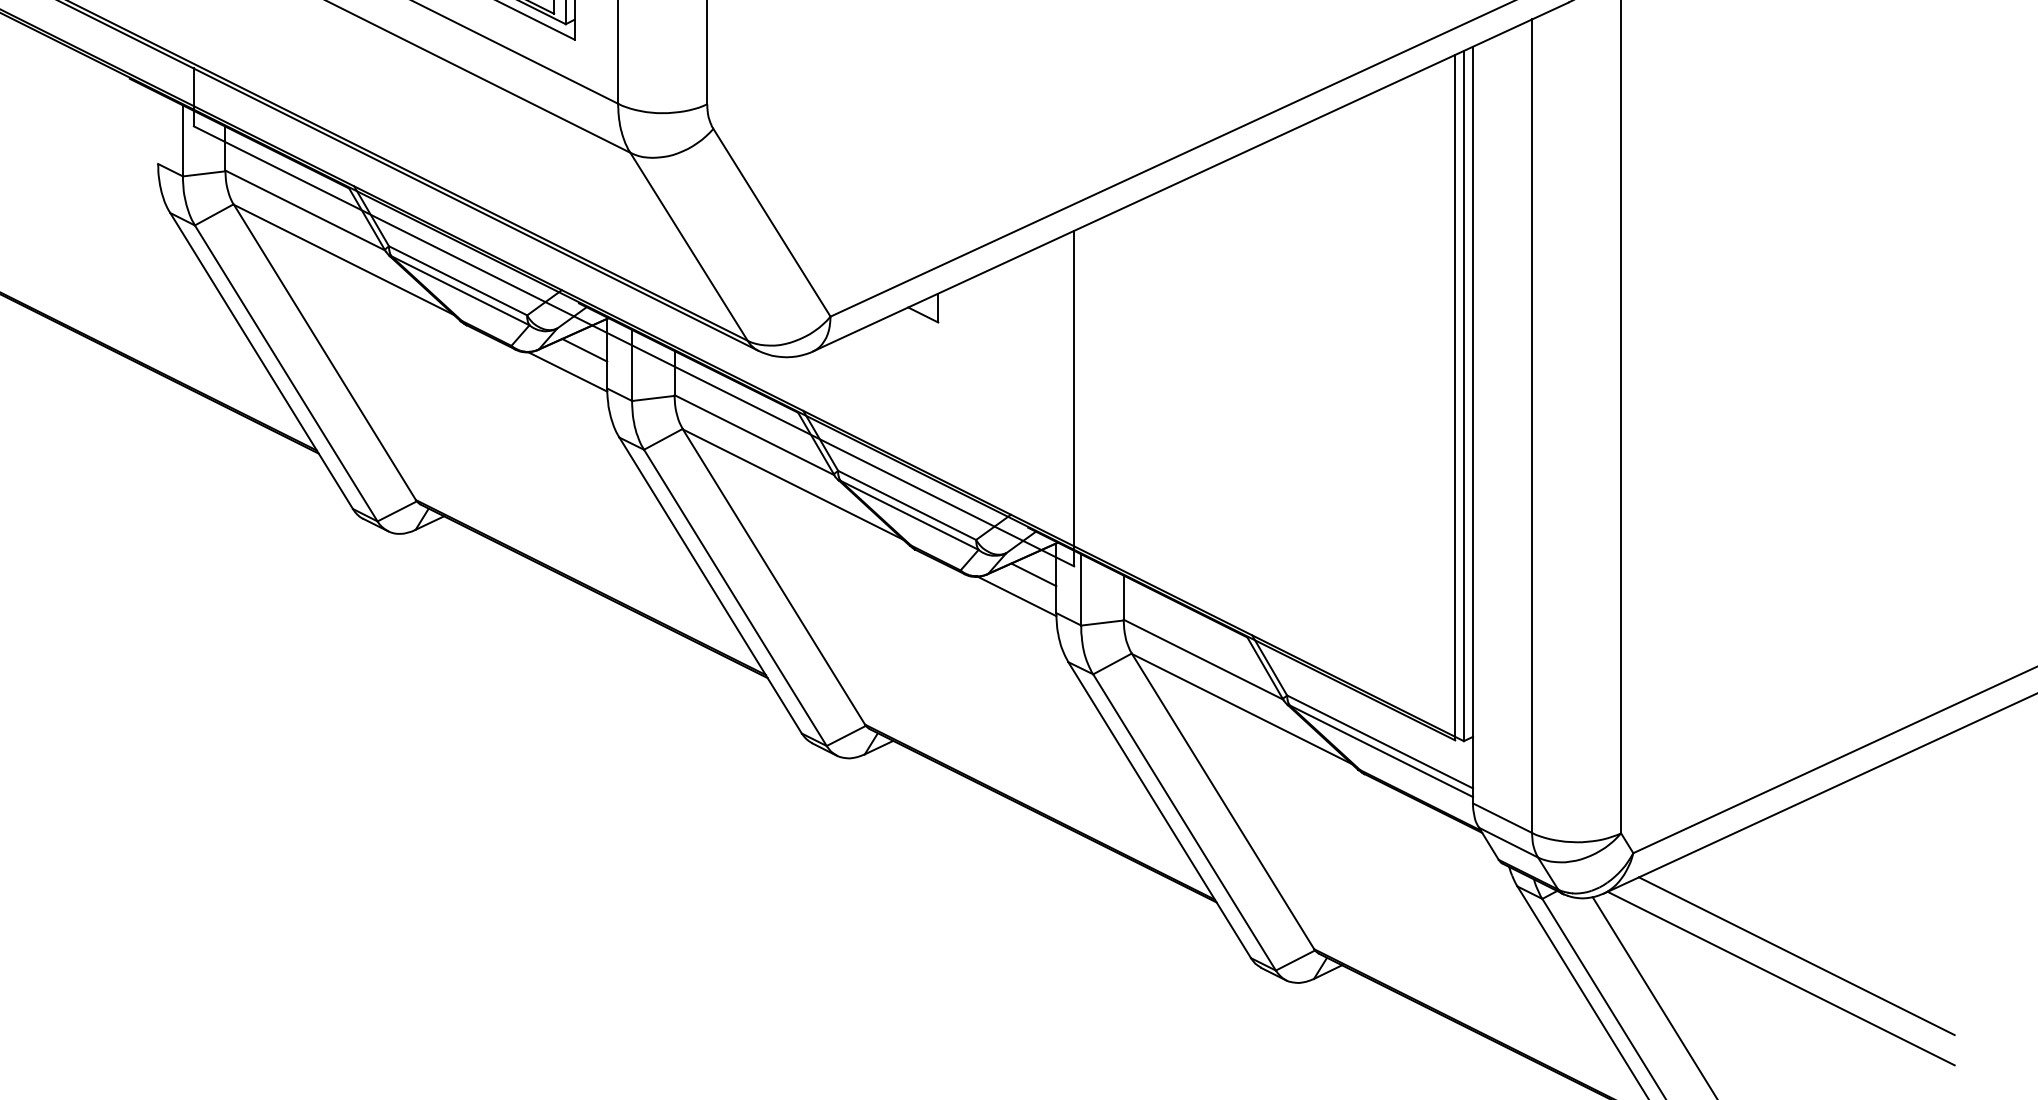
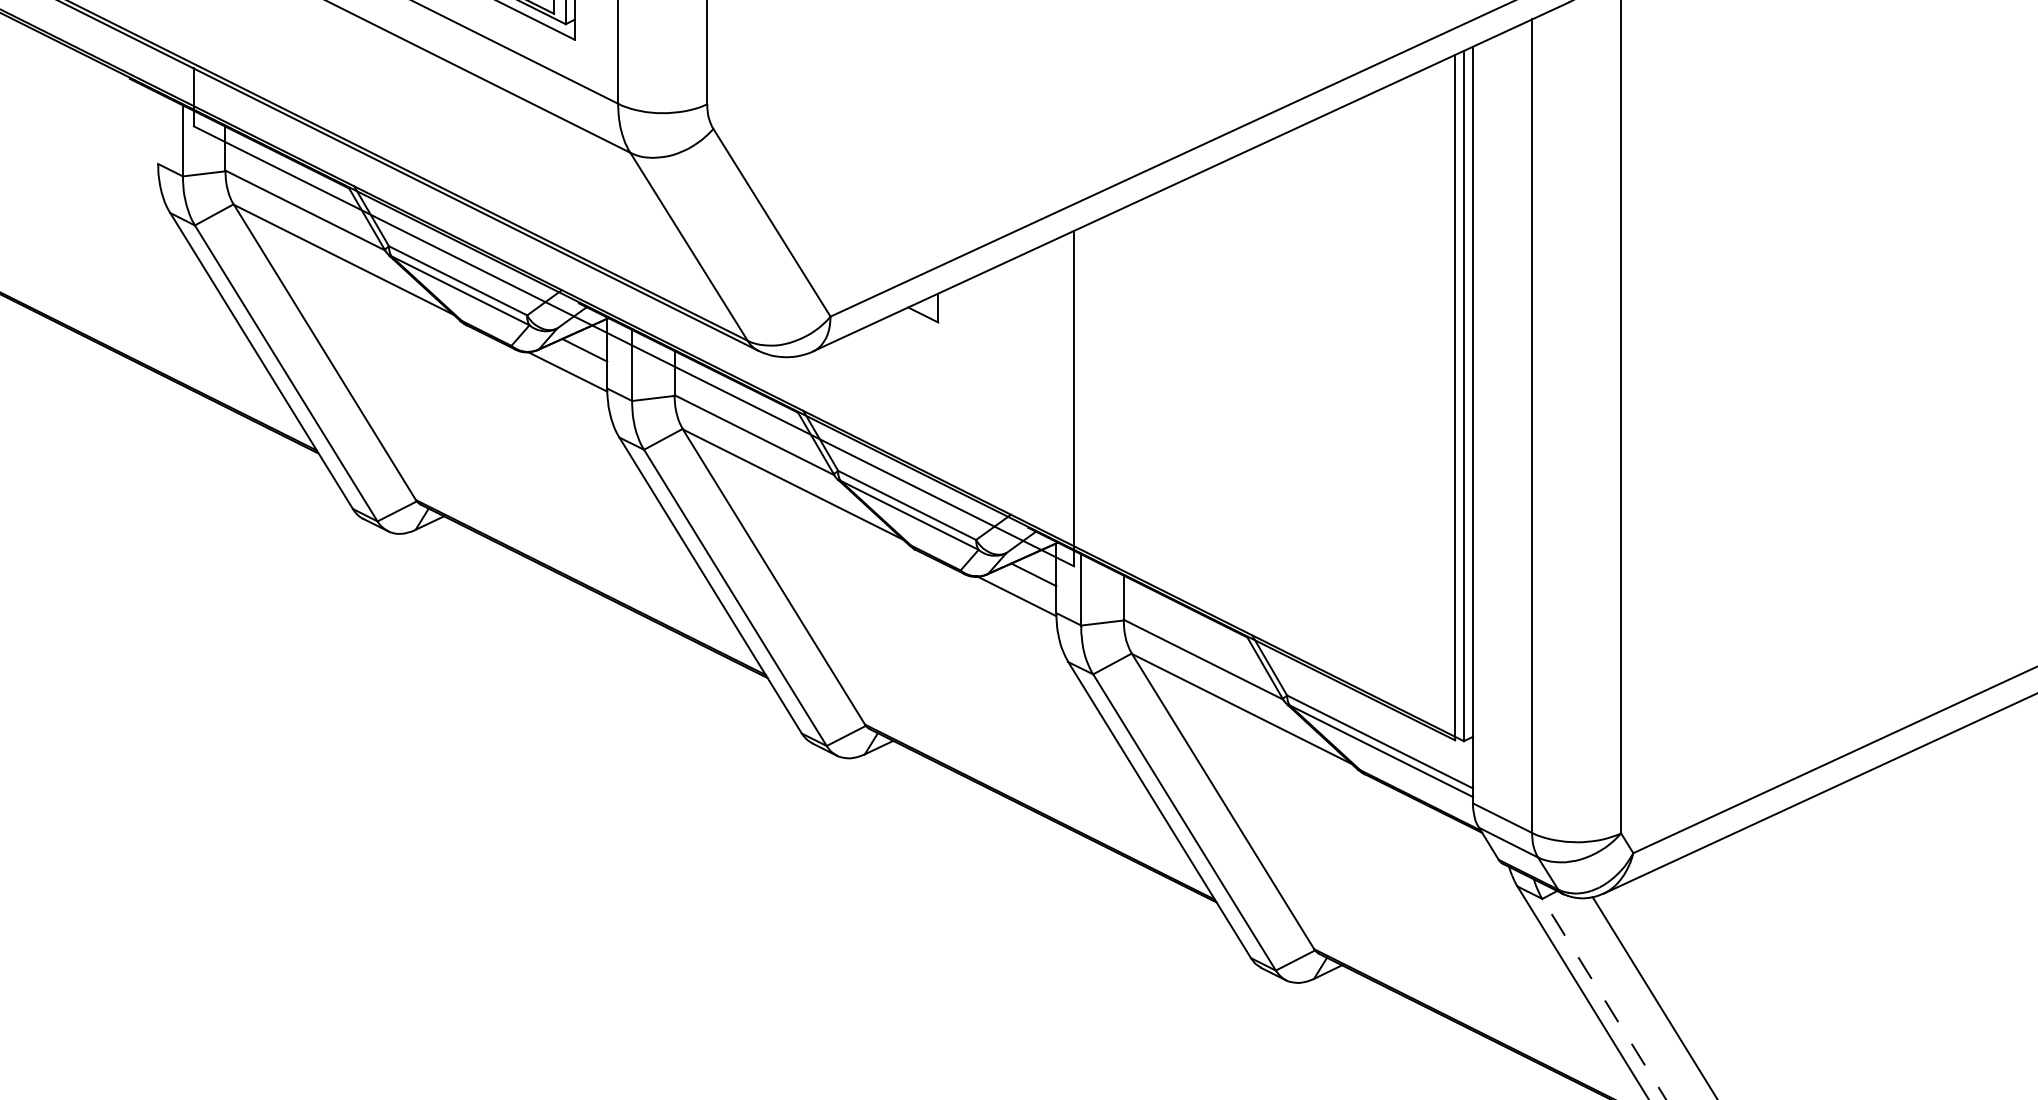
line at (1796, 956): present -> none
line at (1780, 978): present -> none
line at (1604, 999): solid -> dashed
